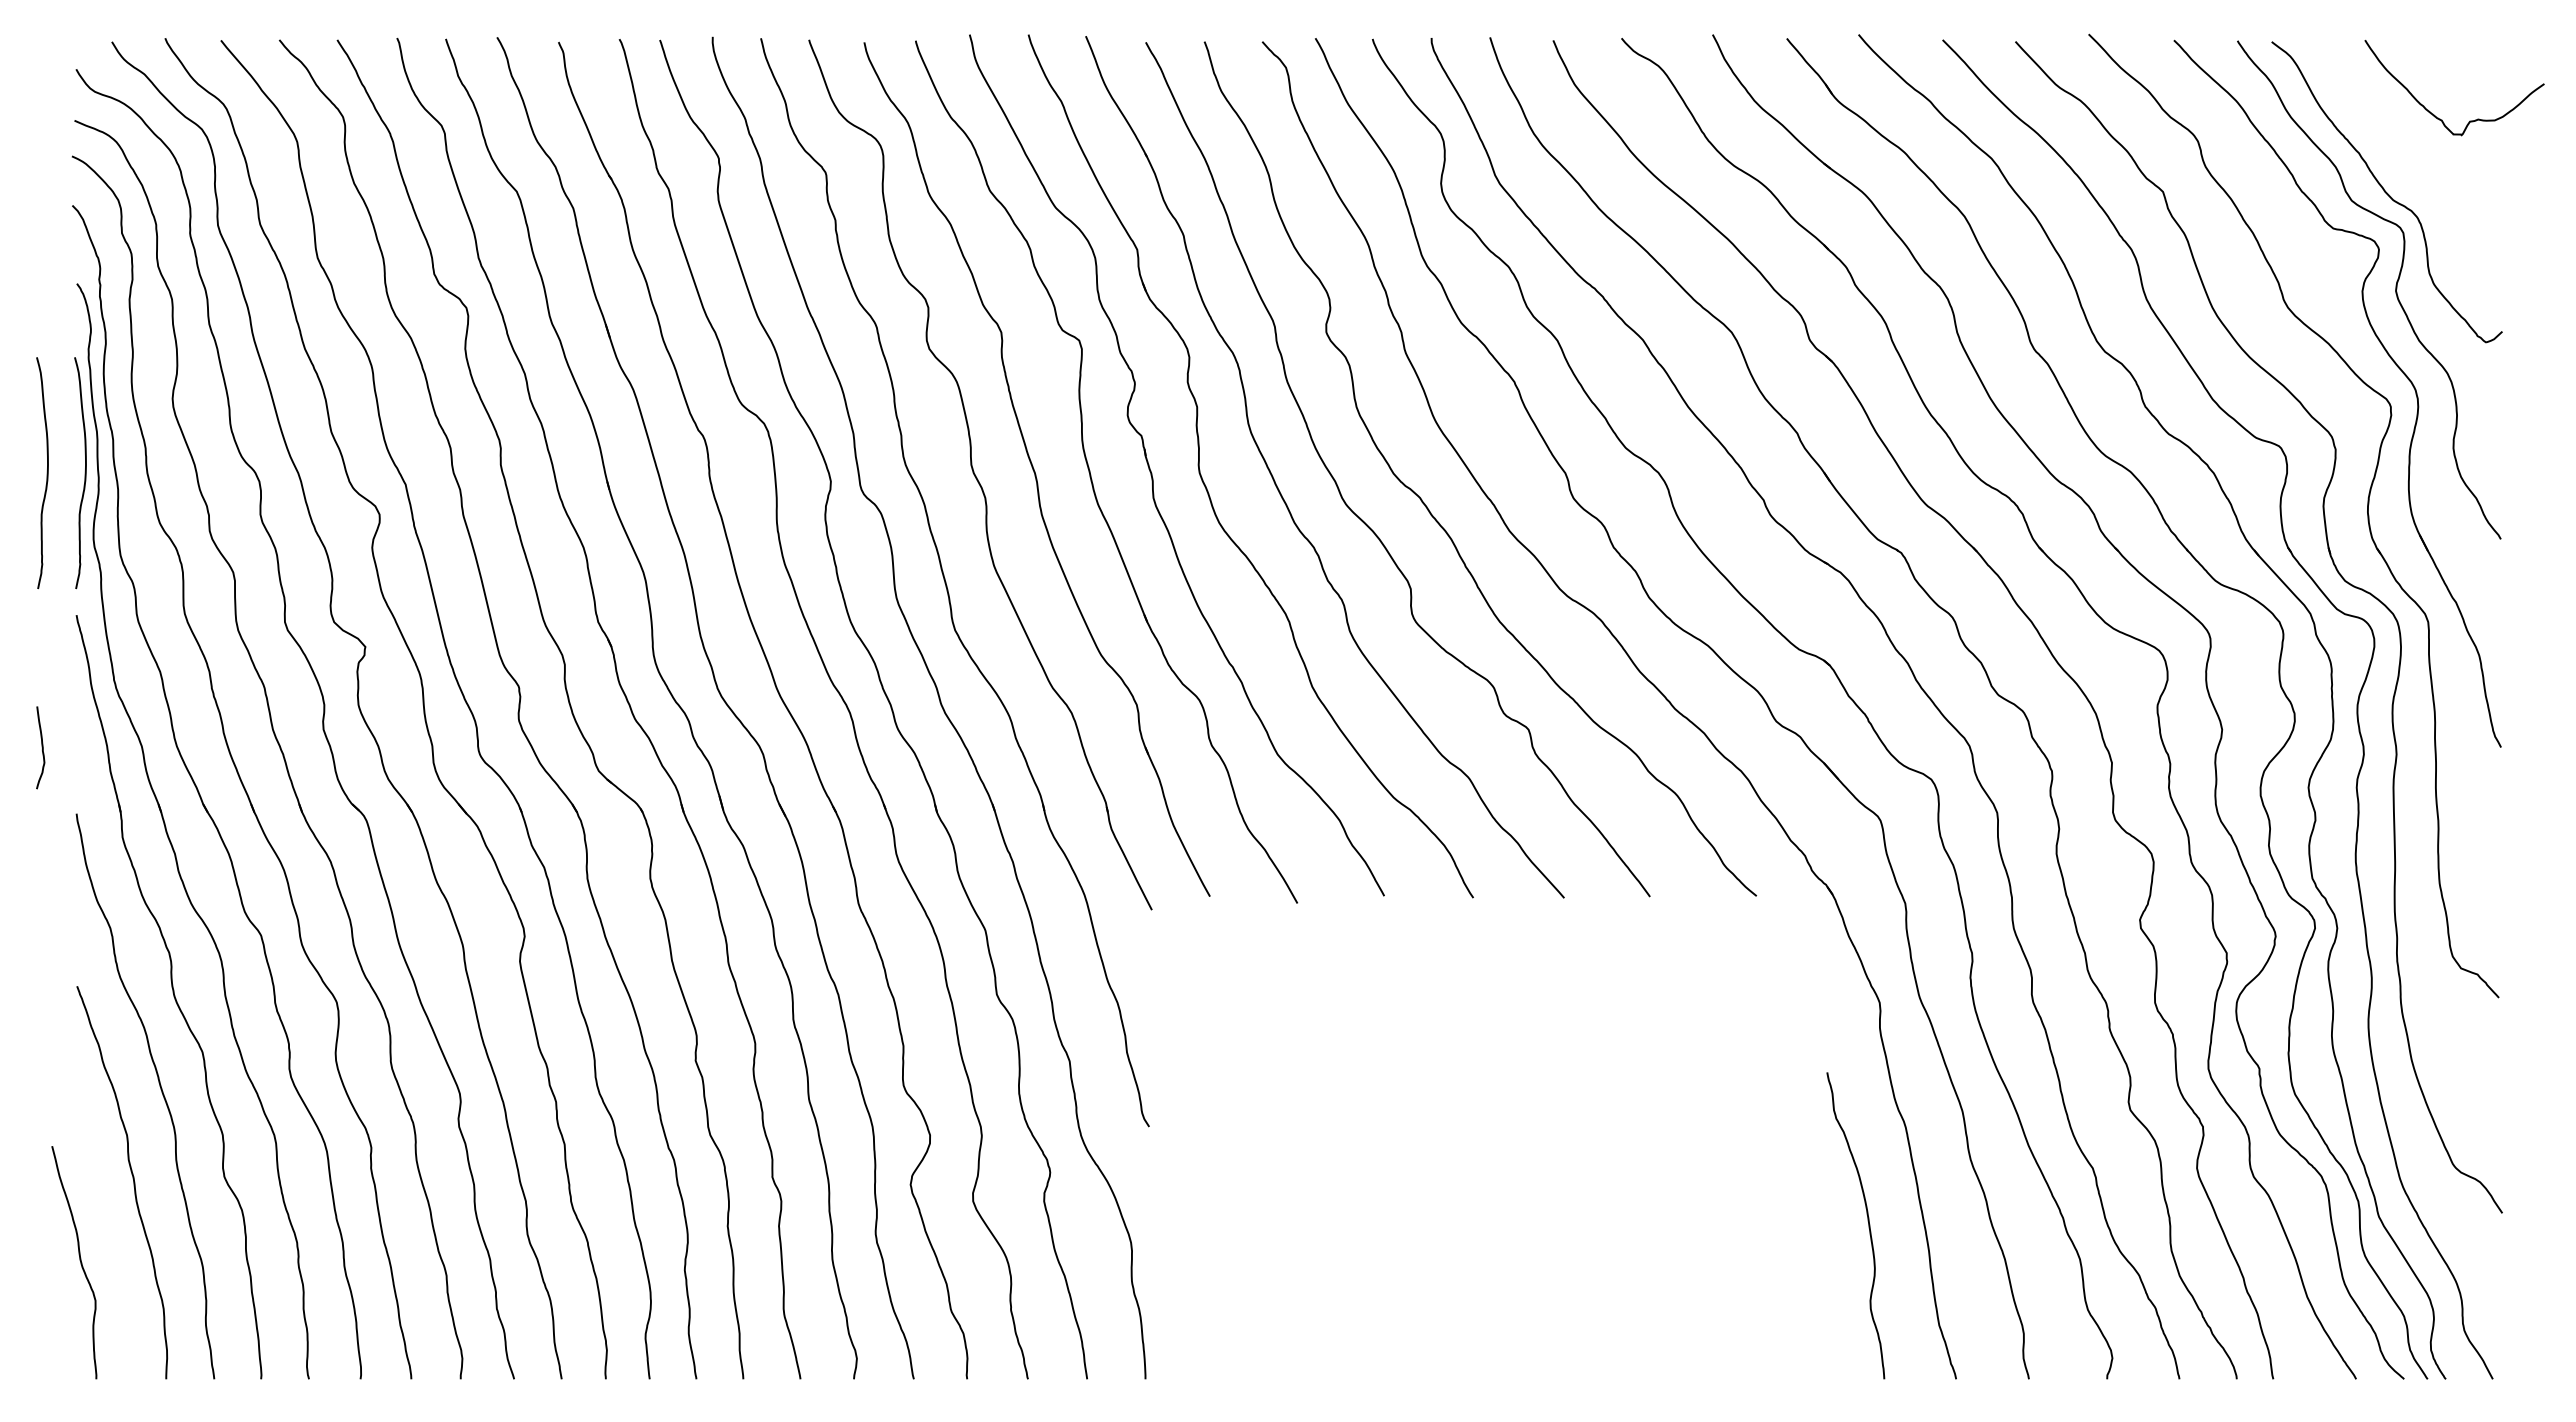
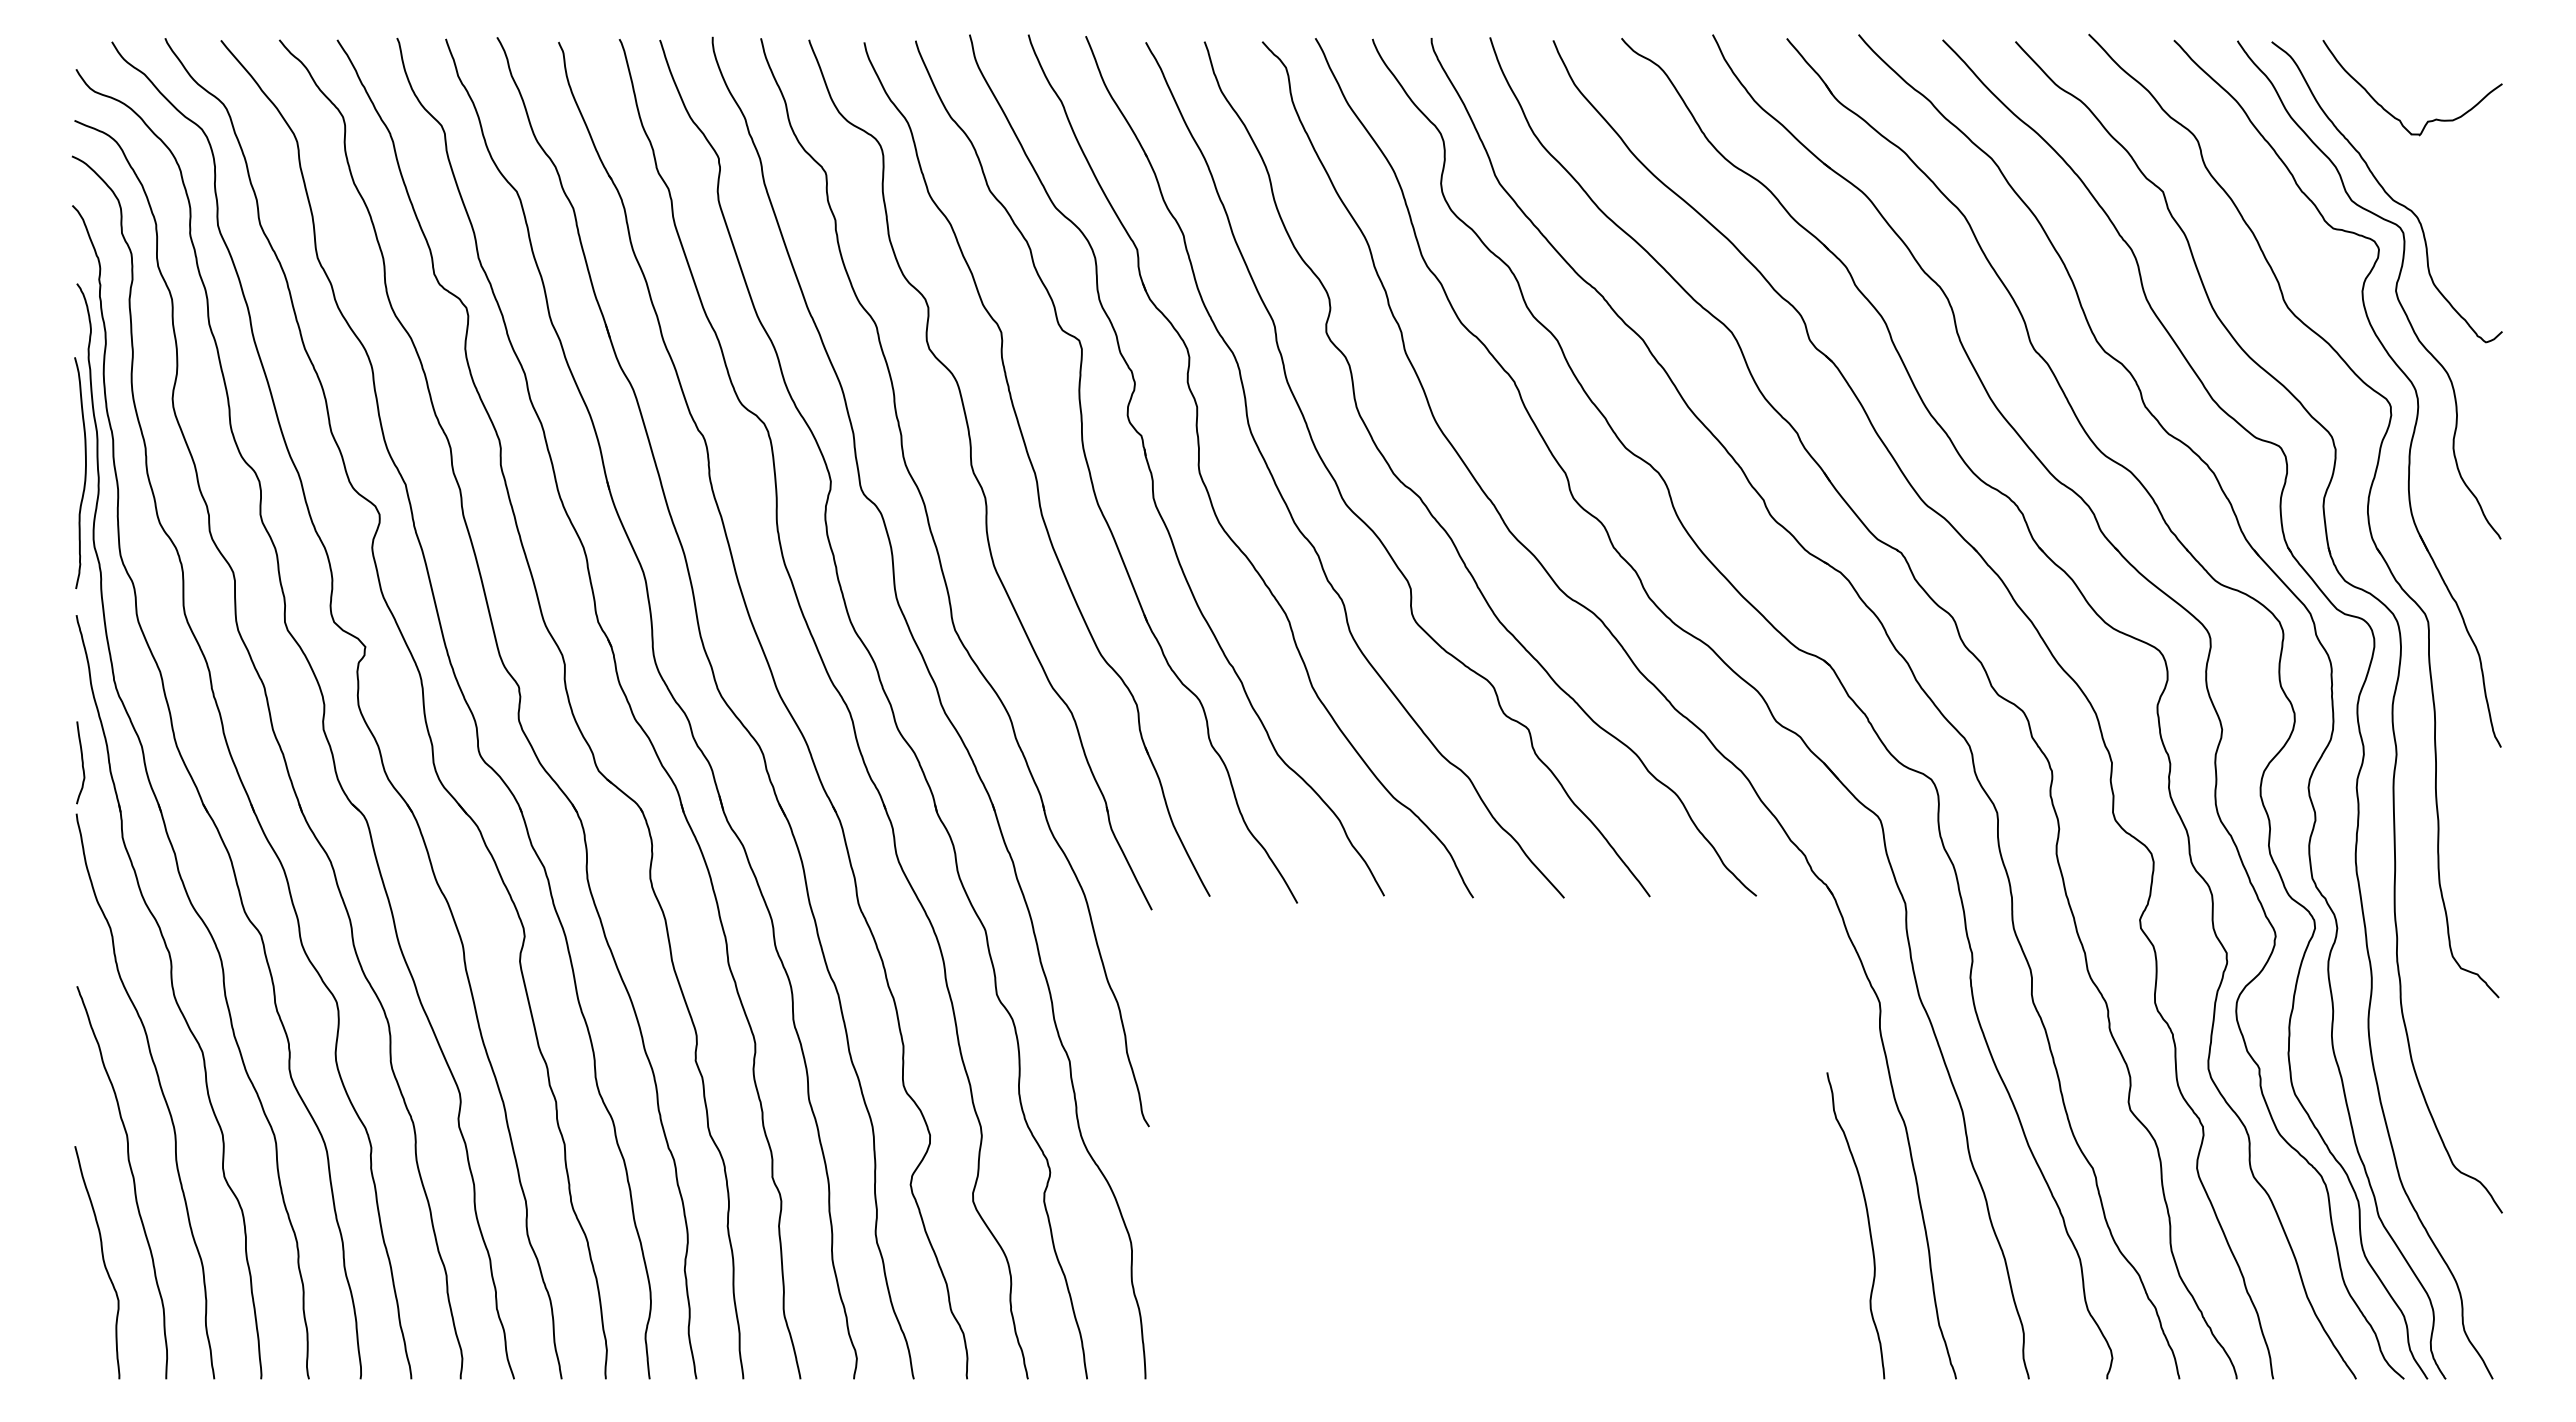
curve at (2434, 114) position: (2434, 114) -> (2392, 114)
curve at (46, 473): present -> none
curve at (41, 747) position: (41, 747) -> (81, 762)
curve at (79, 1260) position: (79, 1260) -> (102, 1260)
